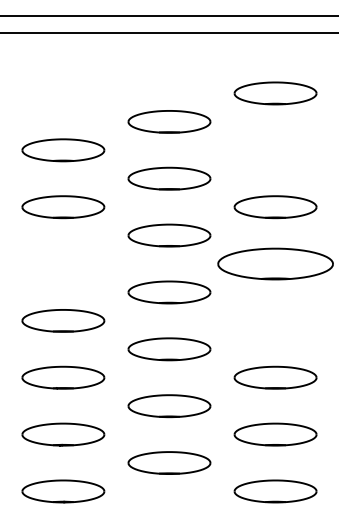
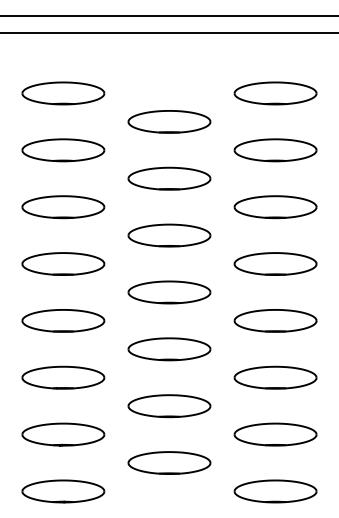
part at (63, 93): none -> present
part at (275, 150): none -> present
part at (63, 263): none -> present
part at (275, 263) size: 117x34 px -> 85x24 px
part at (275, 320): none -> present
